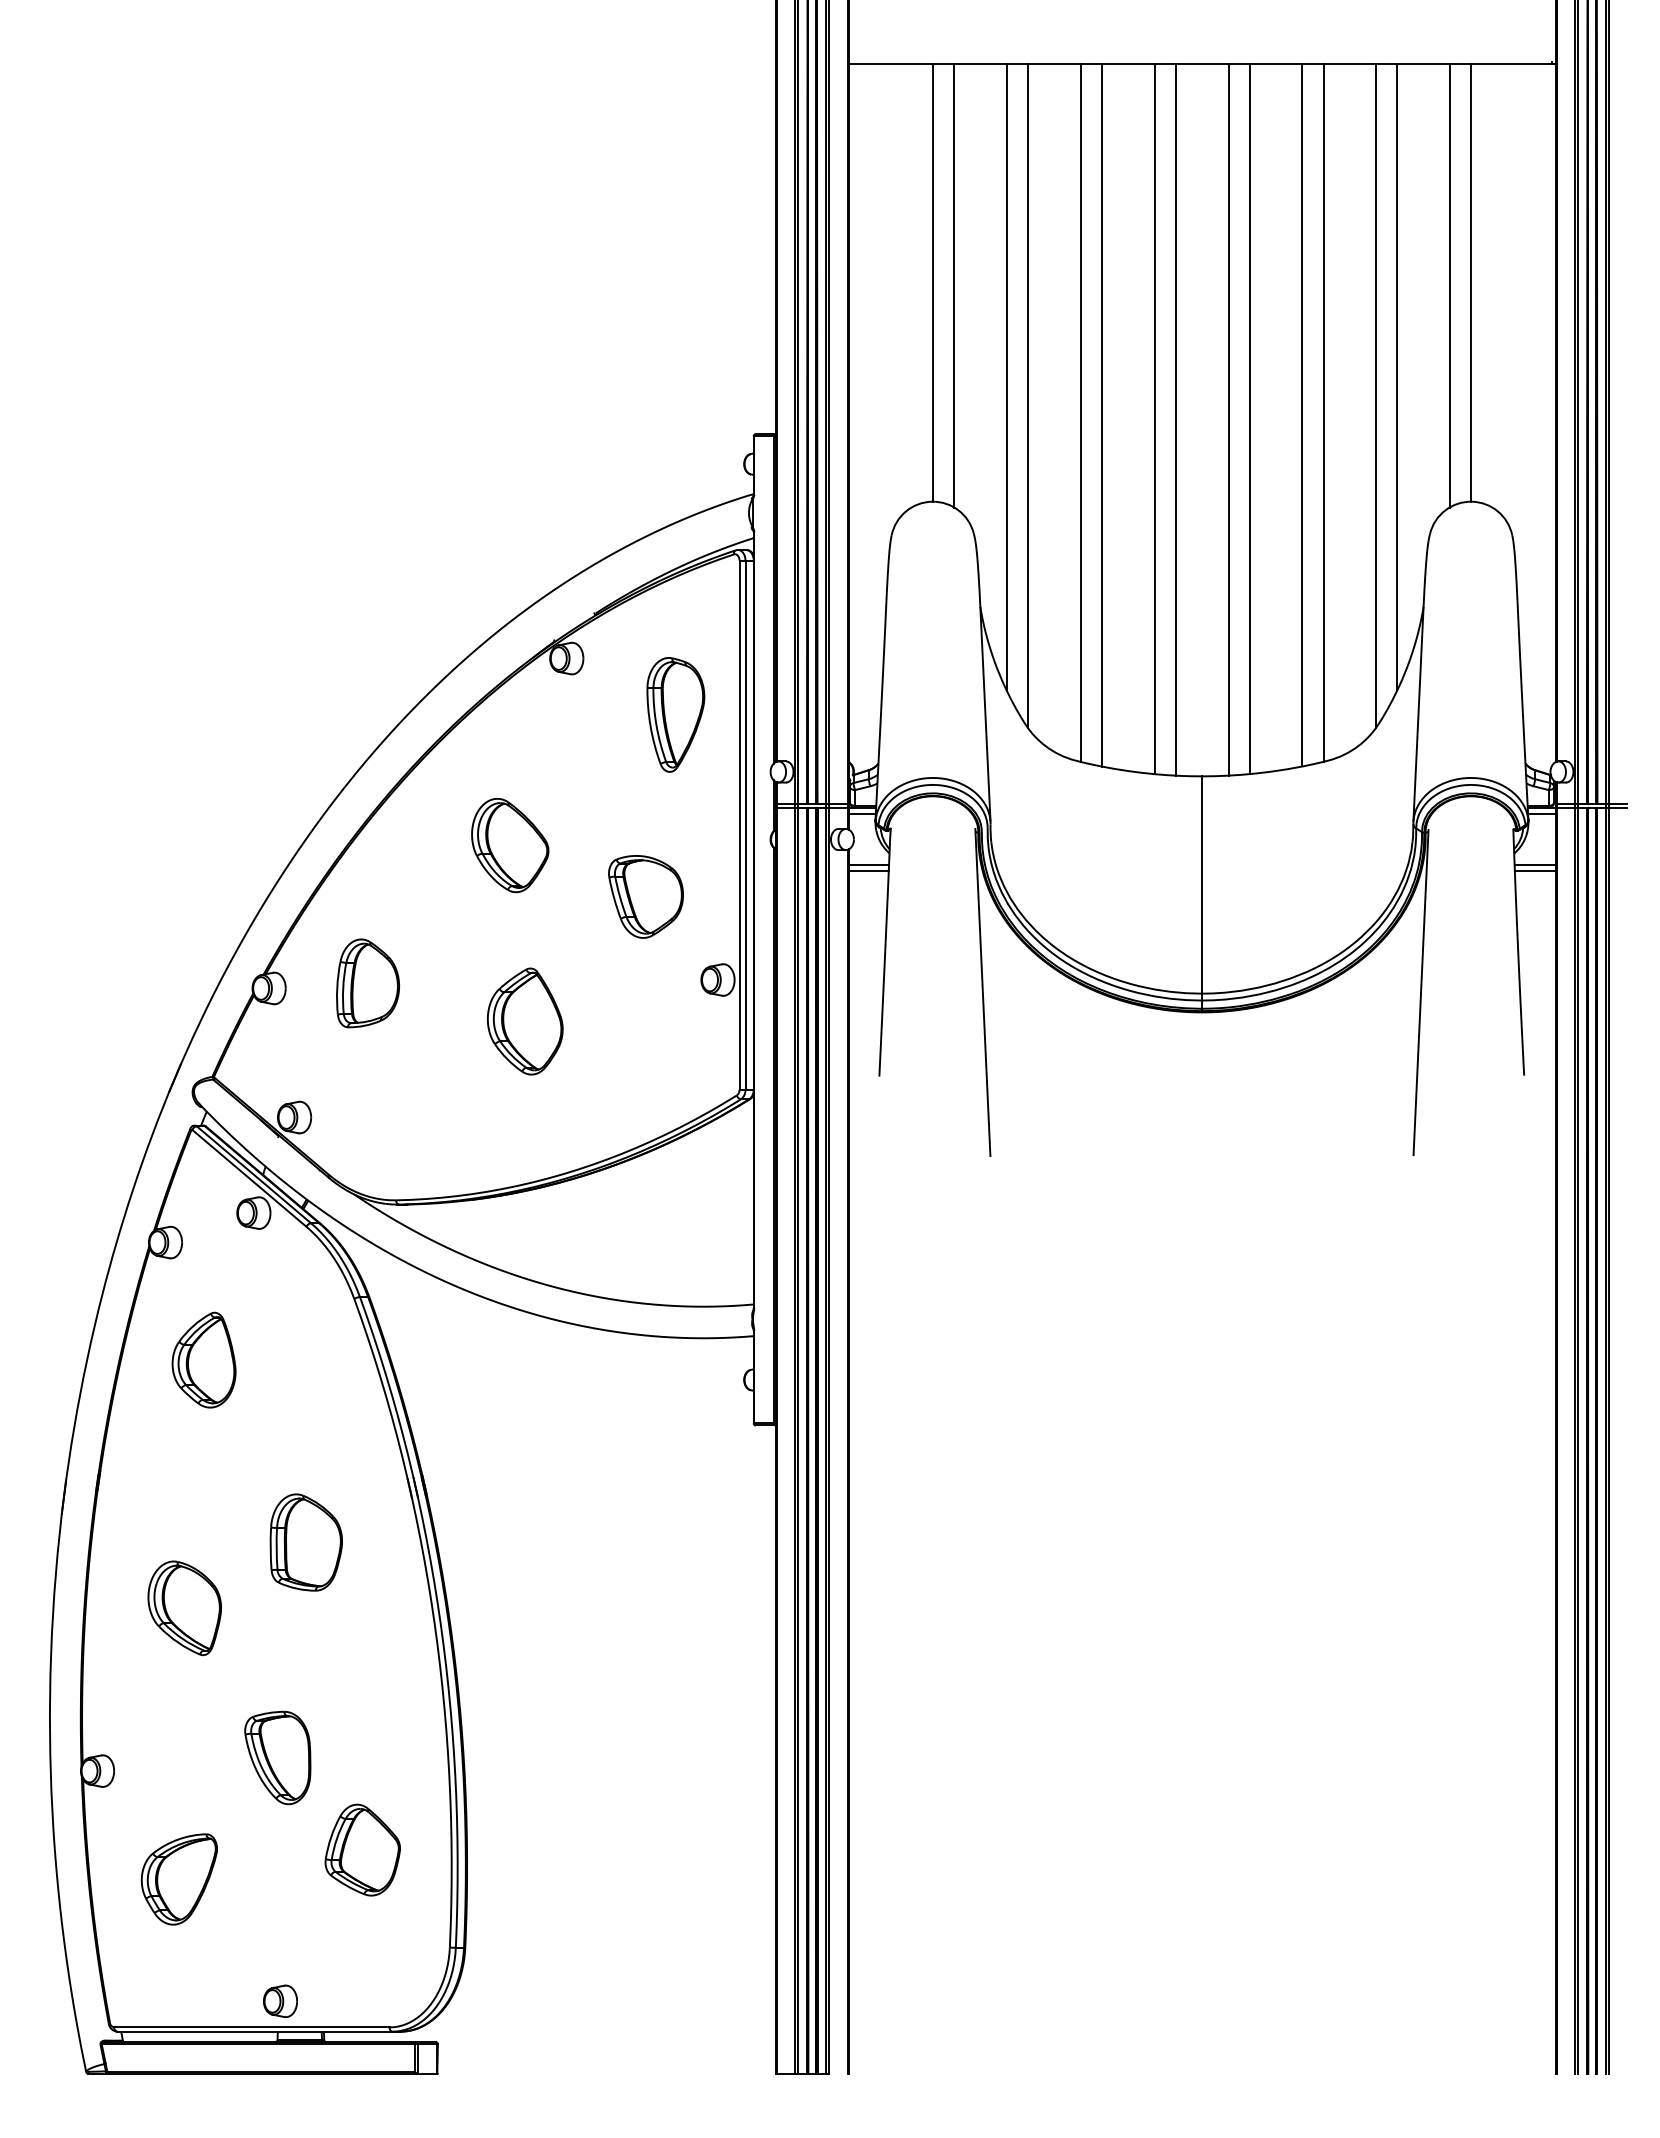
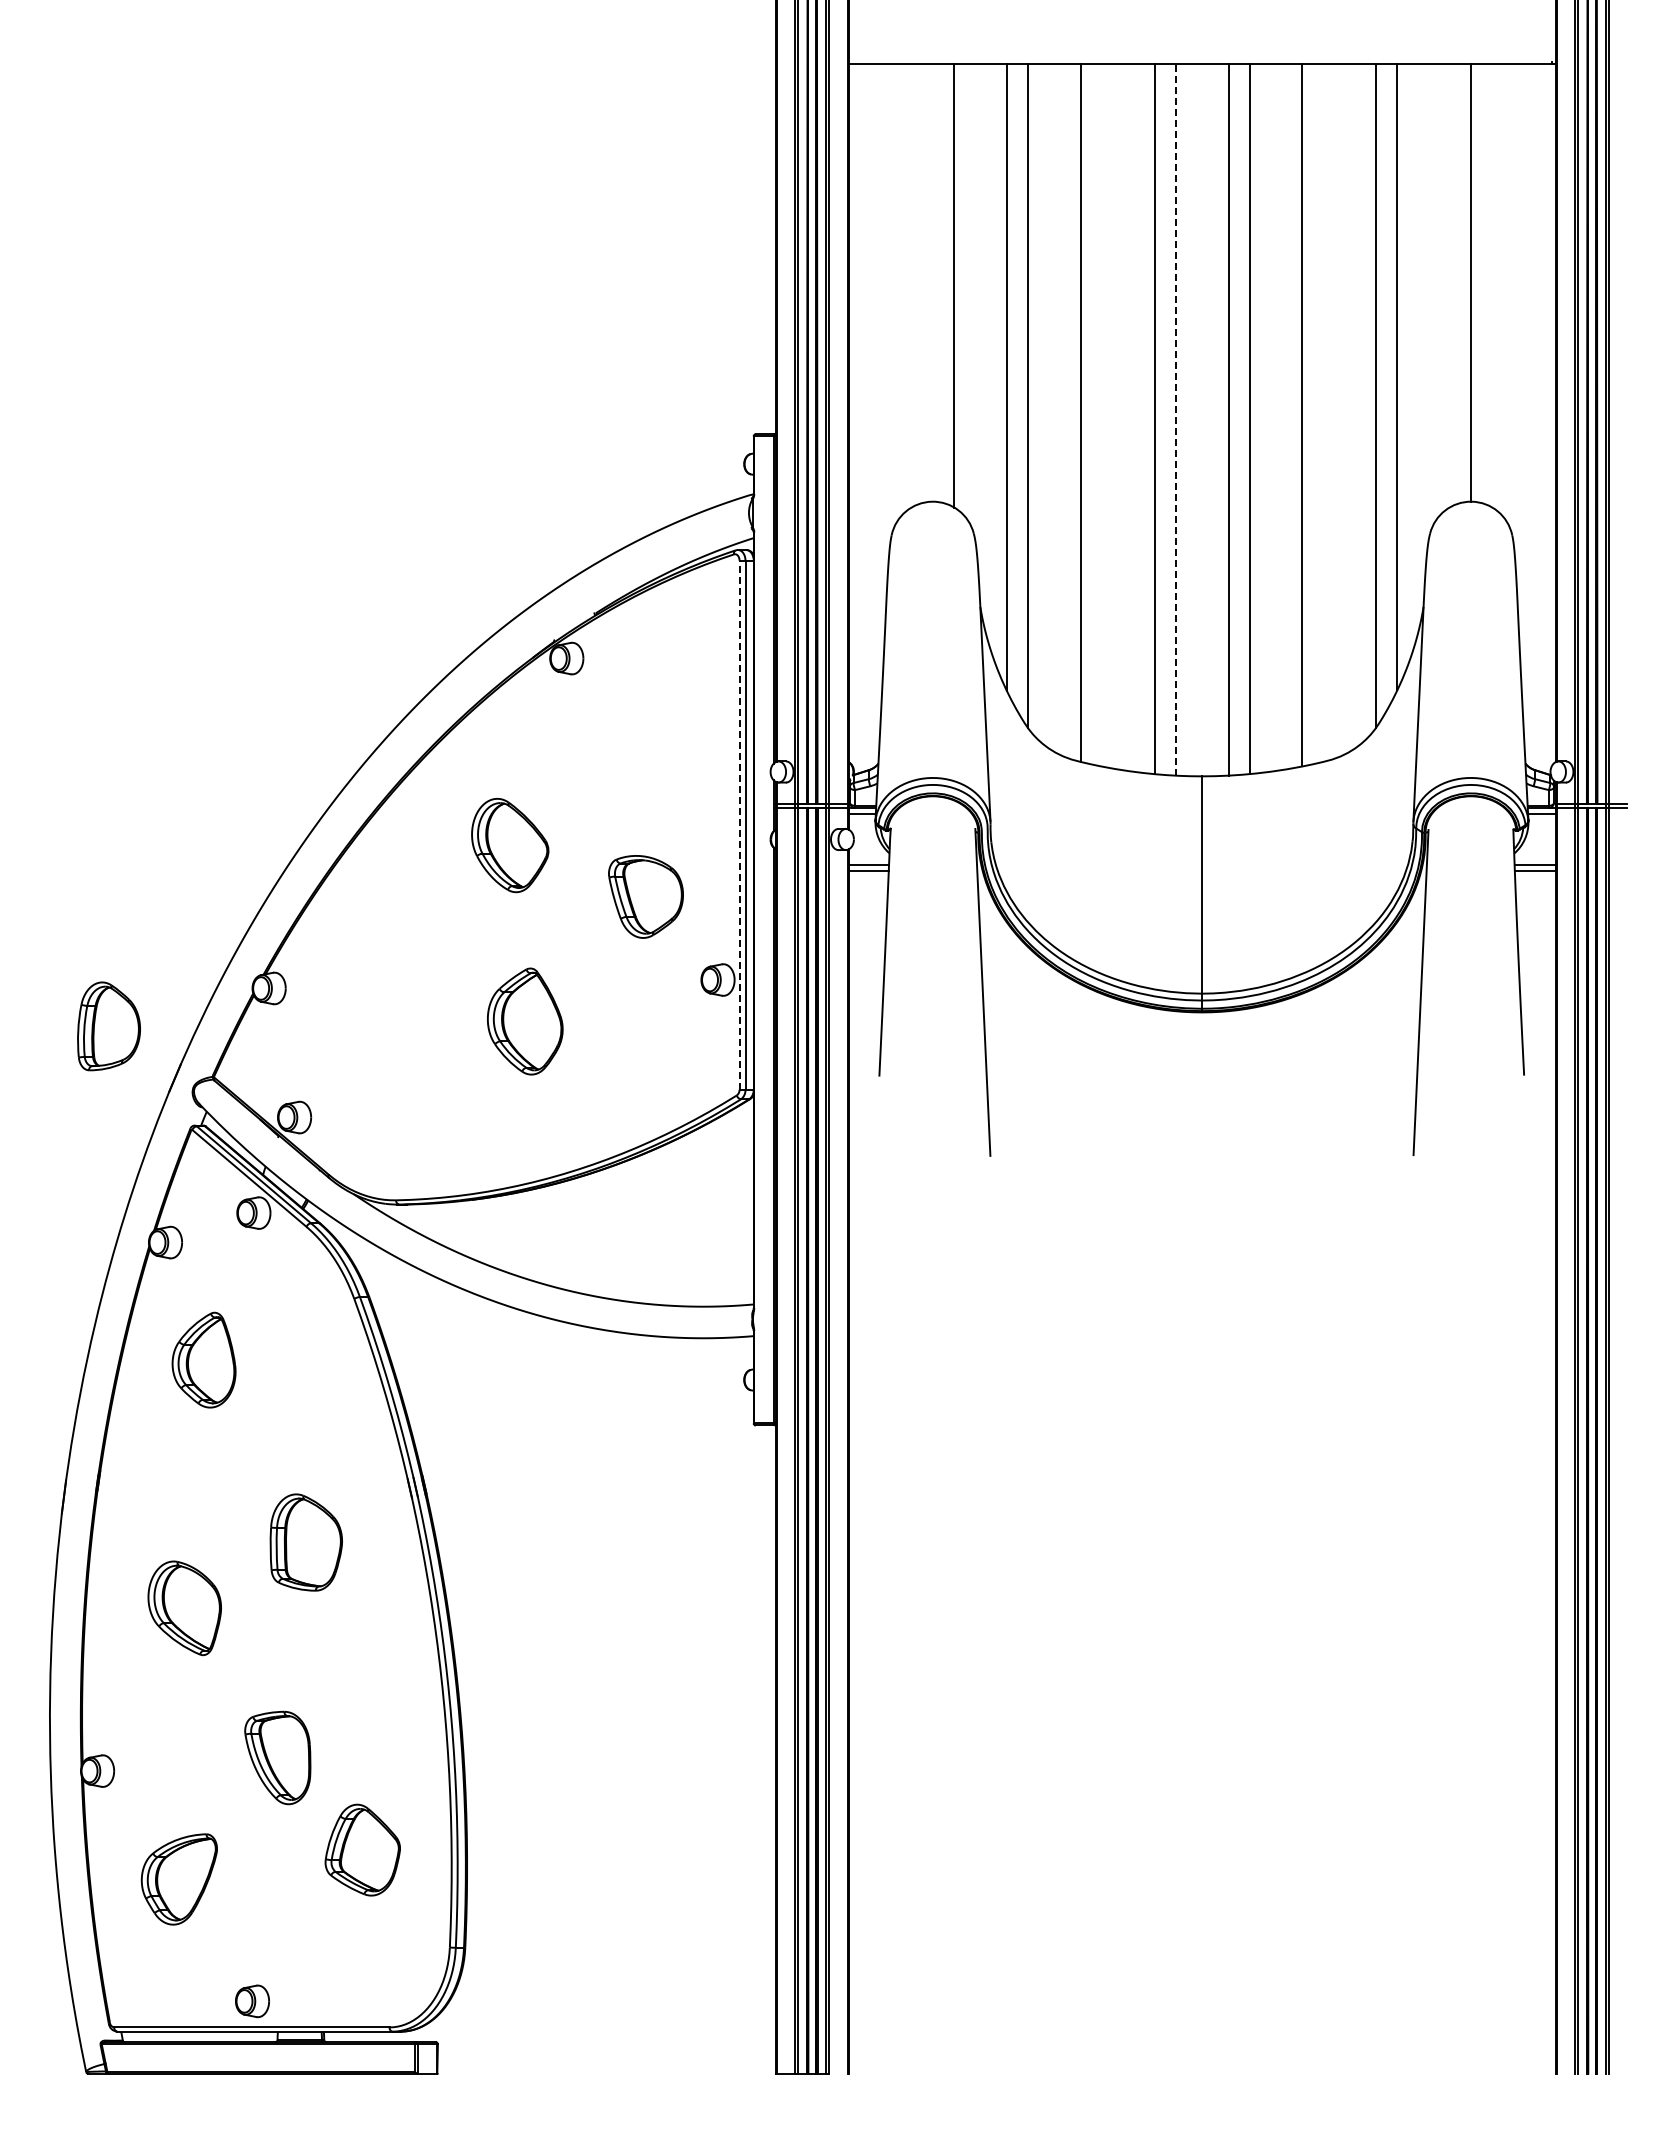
line at (933, 282): present -> none
line at (1450, 285): present -> none
line at (1323, 412): present -> none
line at (1101, 415): present -> none
line at (1175, 419): solid -> dashed
part at (675, 714): present -> none
line at (739, 825): solid -> dashed
part at (367, 983) position: (367, 983) -> (108, 1026)
part at (280, 2001) position: (280, 2001) -> (252, 2001)
